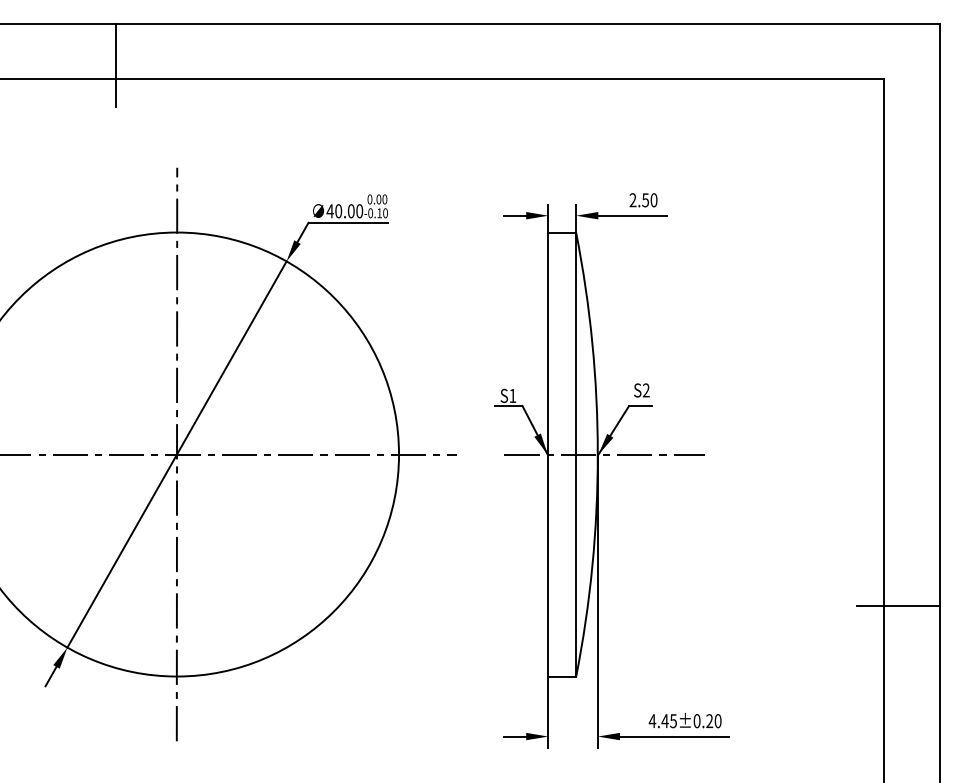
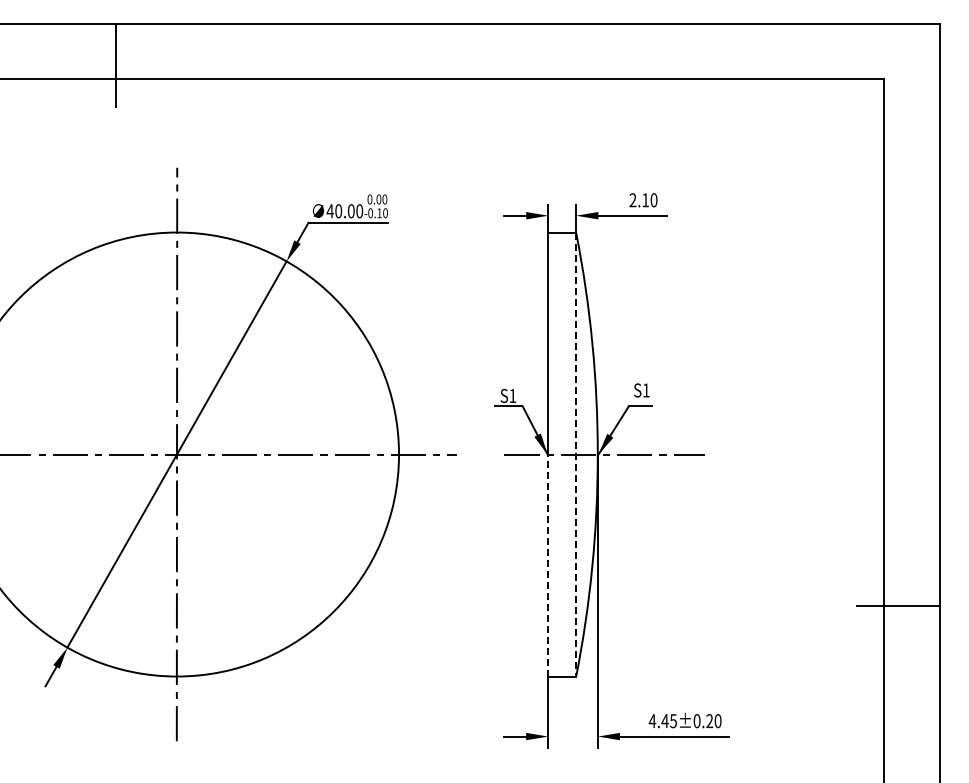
text at (645, 200): 2.50 -> 2.10
text at (645, 390): S2 -> S1
line at (576, 454): solid -> dashed
line at (548, 565): solid -> dashed
